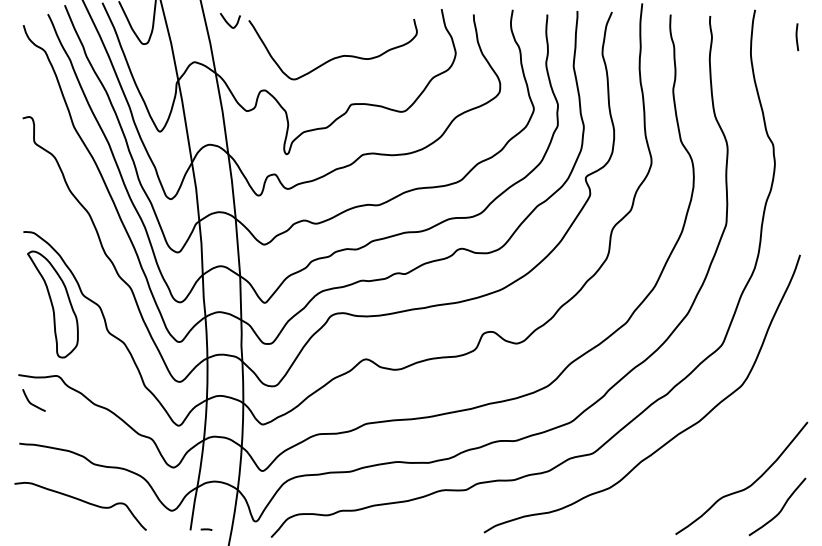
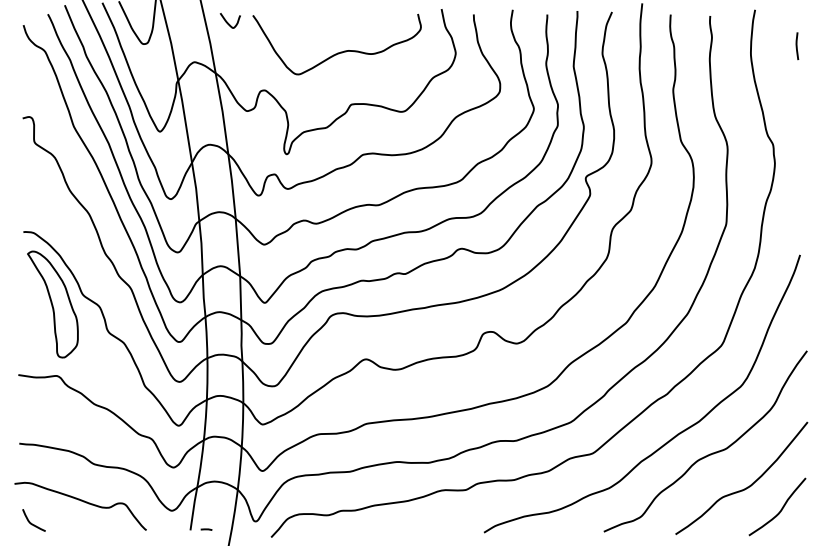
line at (797, 37) position: (797, 37) -> (797, 46)
curve at (336, 56) position: (336, 56) -> (340, 51)
curve at (31, 402) position: (31, 402) -> (31, 522)
curve at (710, 453): none -> present
